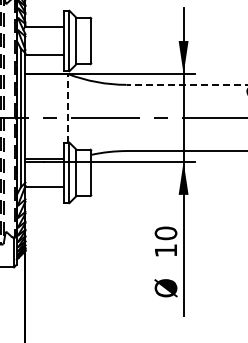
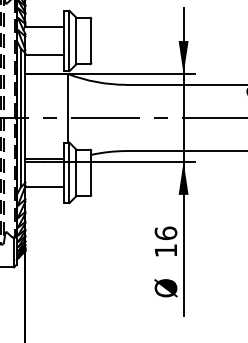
line at (186, 84): dashed -> solid
line at (67, 107): dashed -> solid
text at (165, 233): 10 -> 16
